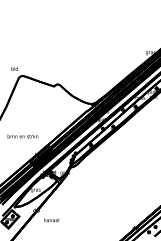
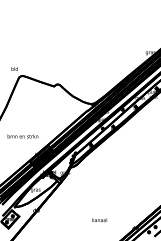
text at (51, 220) position: (51, 220) -> (99, 220)
